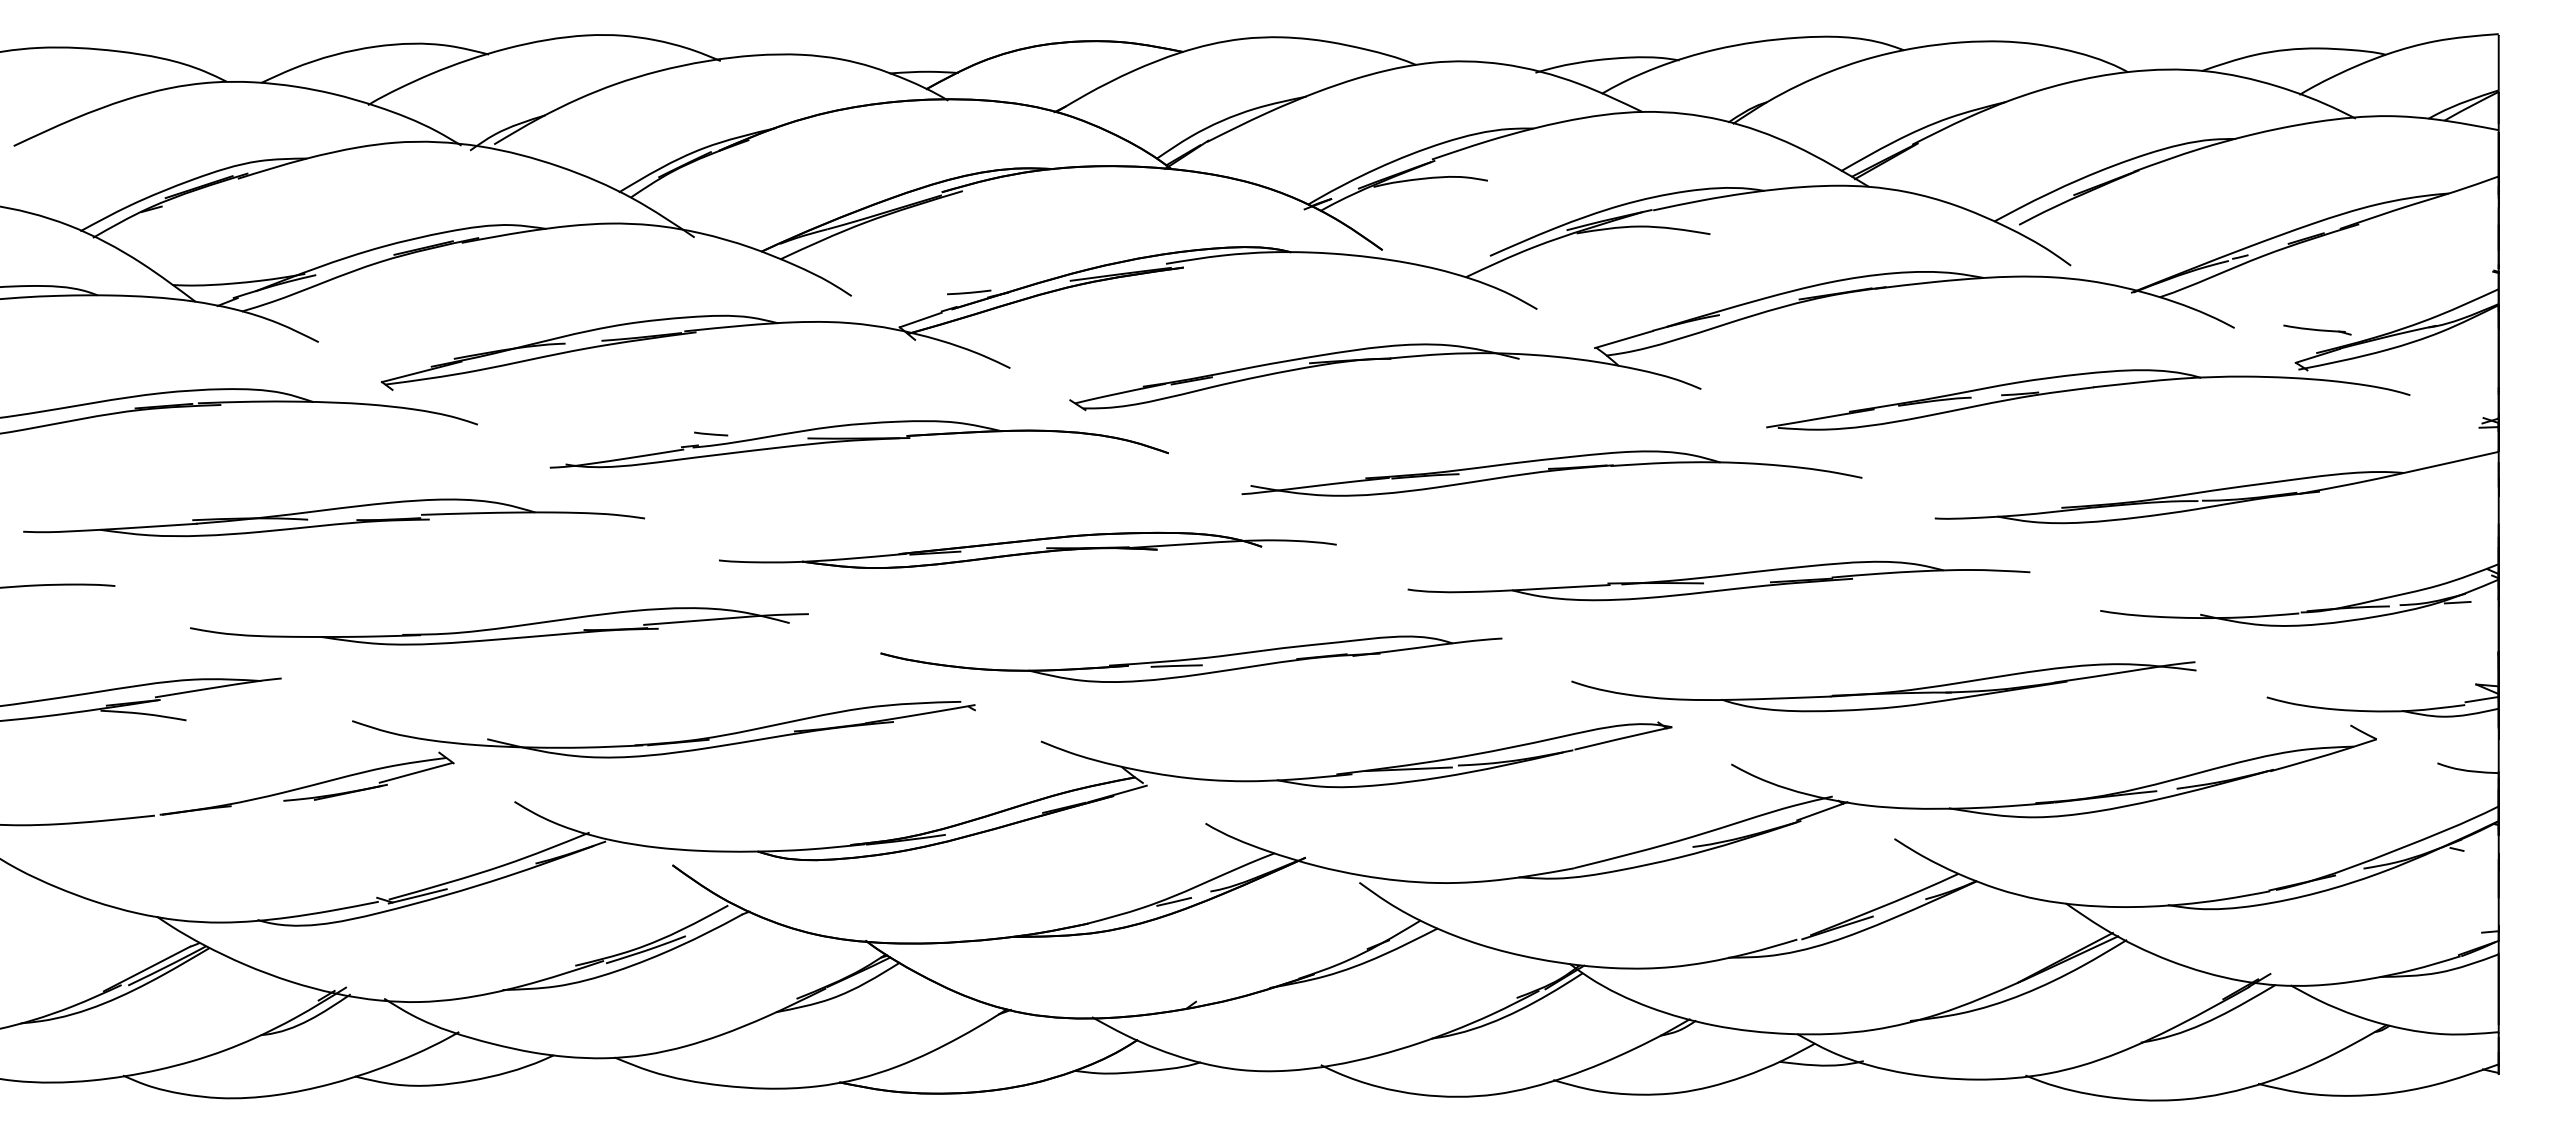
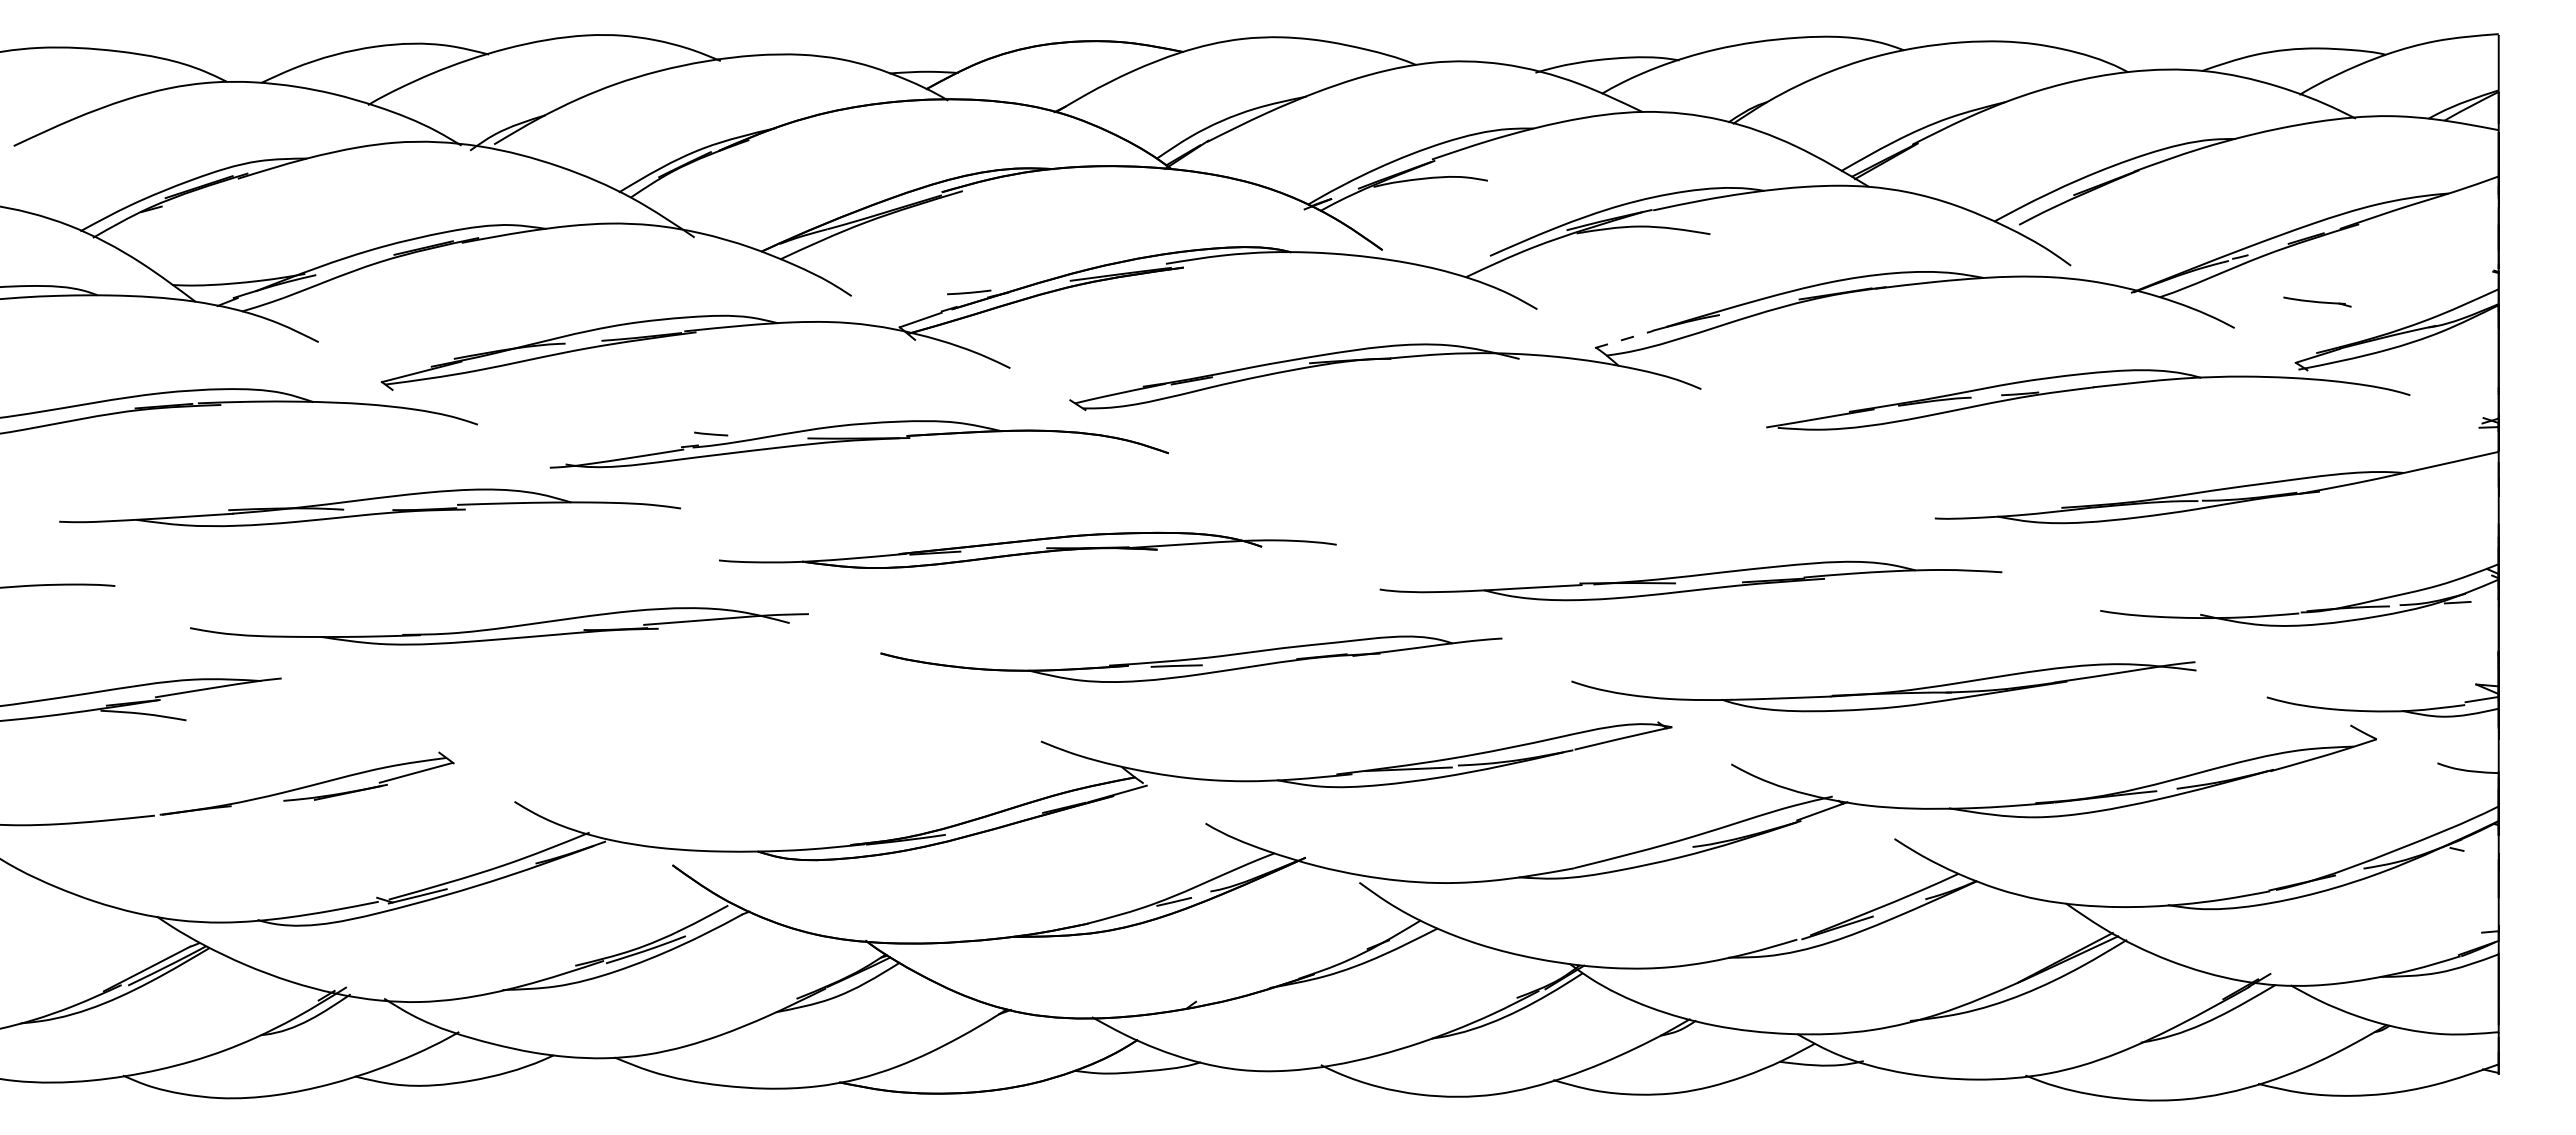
part at (2317, 329) position: (2317, 329) -> (2317, 301)
line at (1624, 339): solid -> dashed
part at (1551, 473): present -> none
part at (333, 517) position: (333, 517) -> (369, 507)
part at (1718, 580) position: (1718, 580) -> (1690, 580)
part at (668, 741): present -> none
